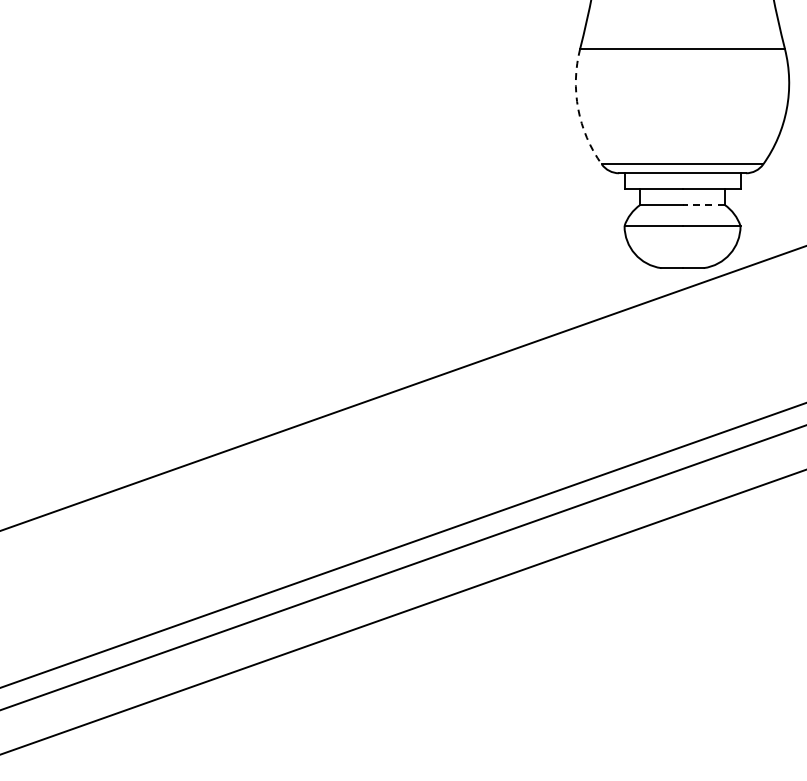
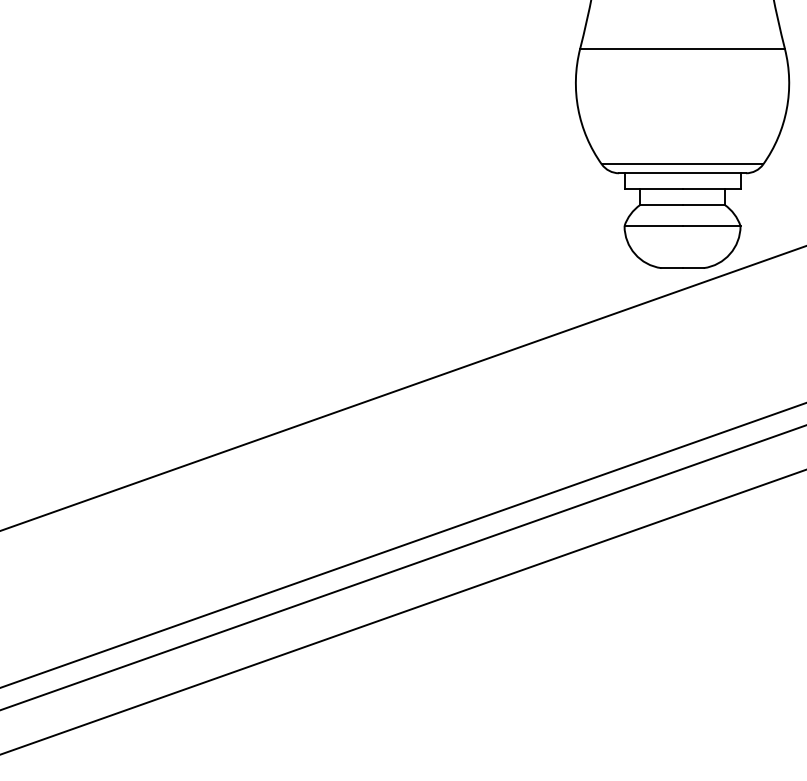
arc at (578, 109): dashed -> solid
line at (703, 204): dashed -> solid
